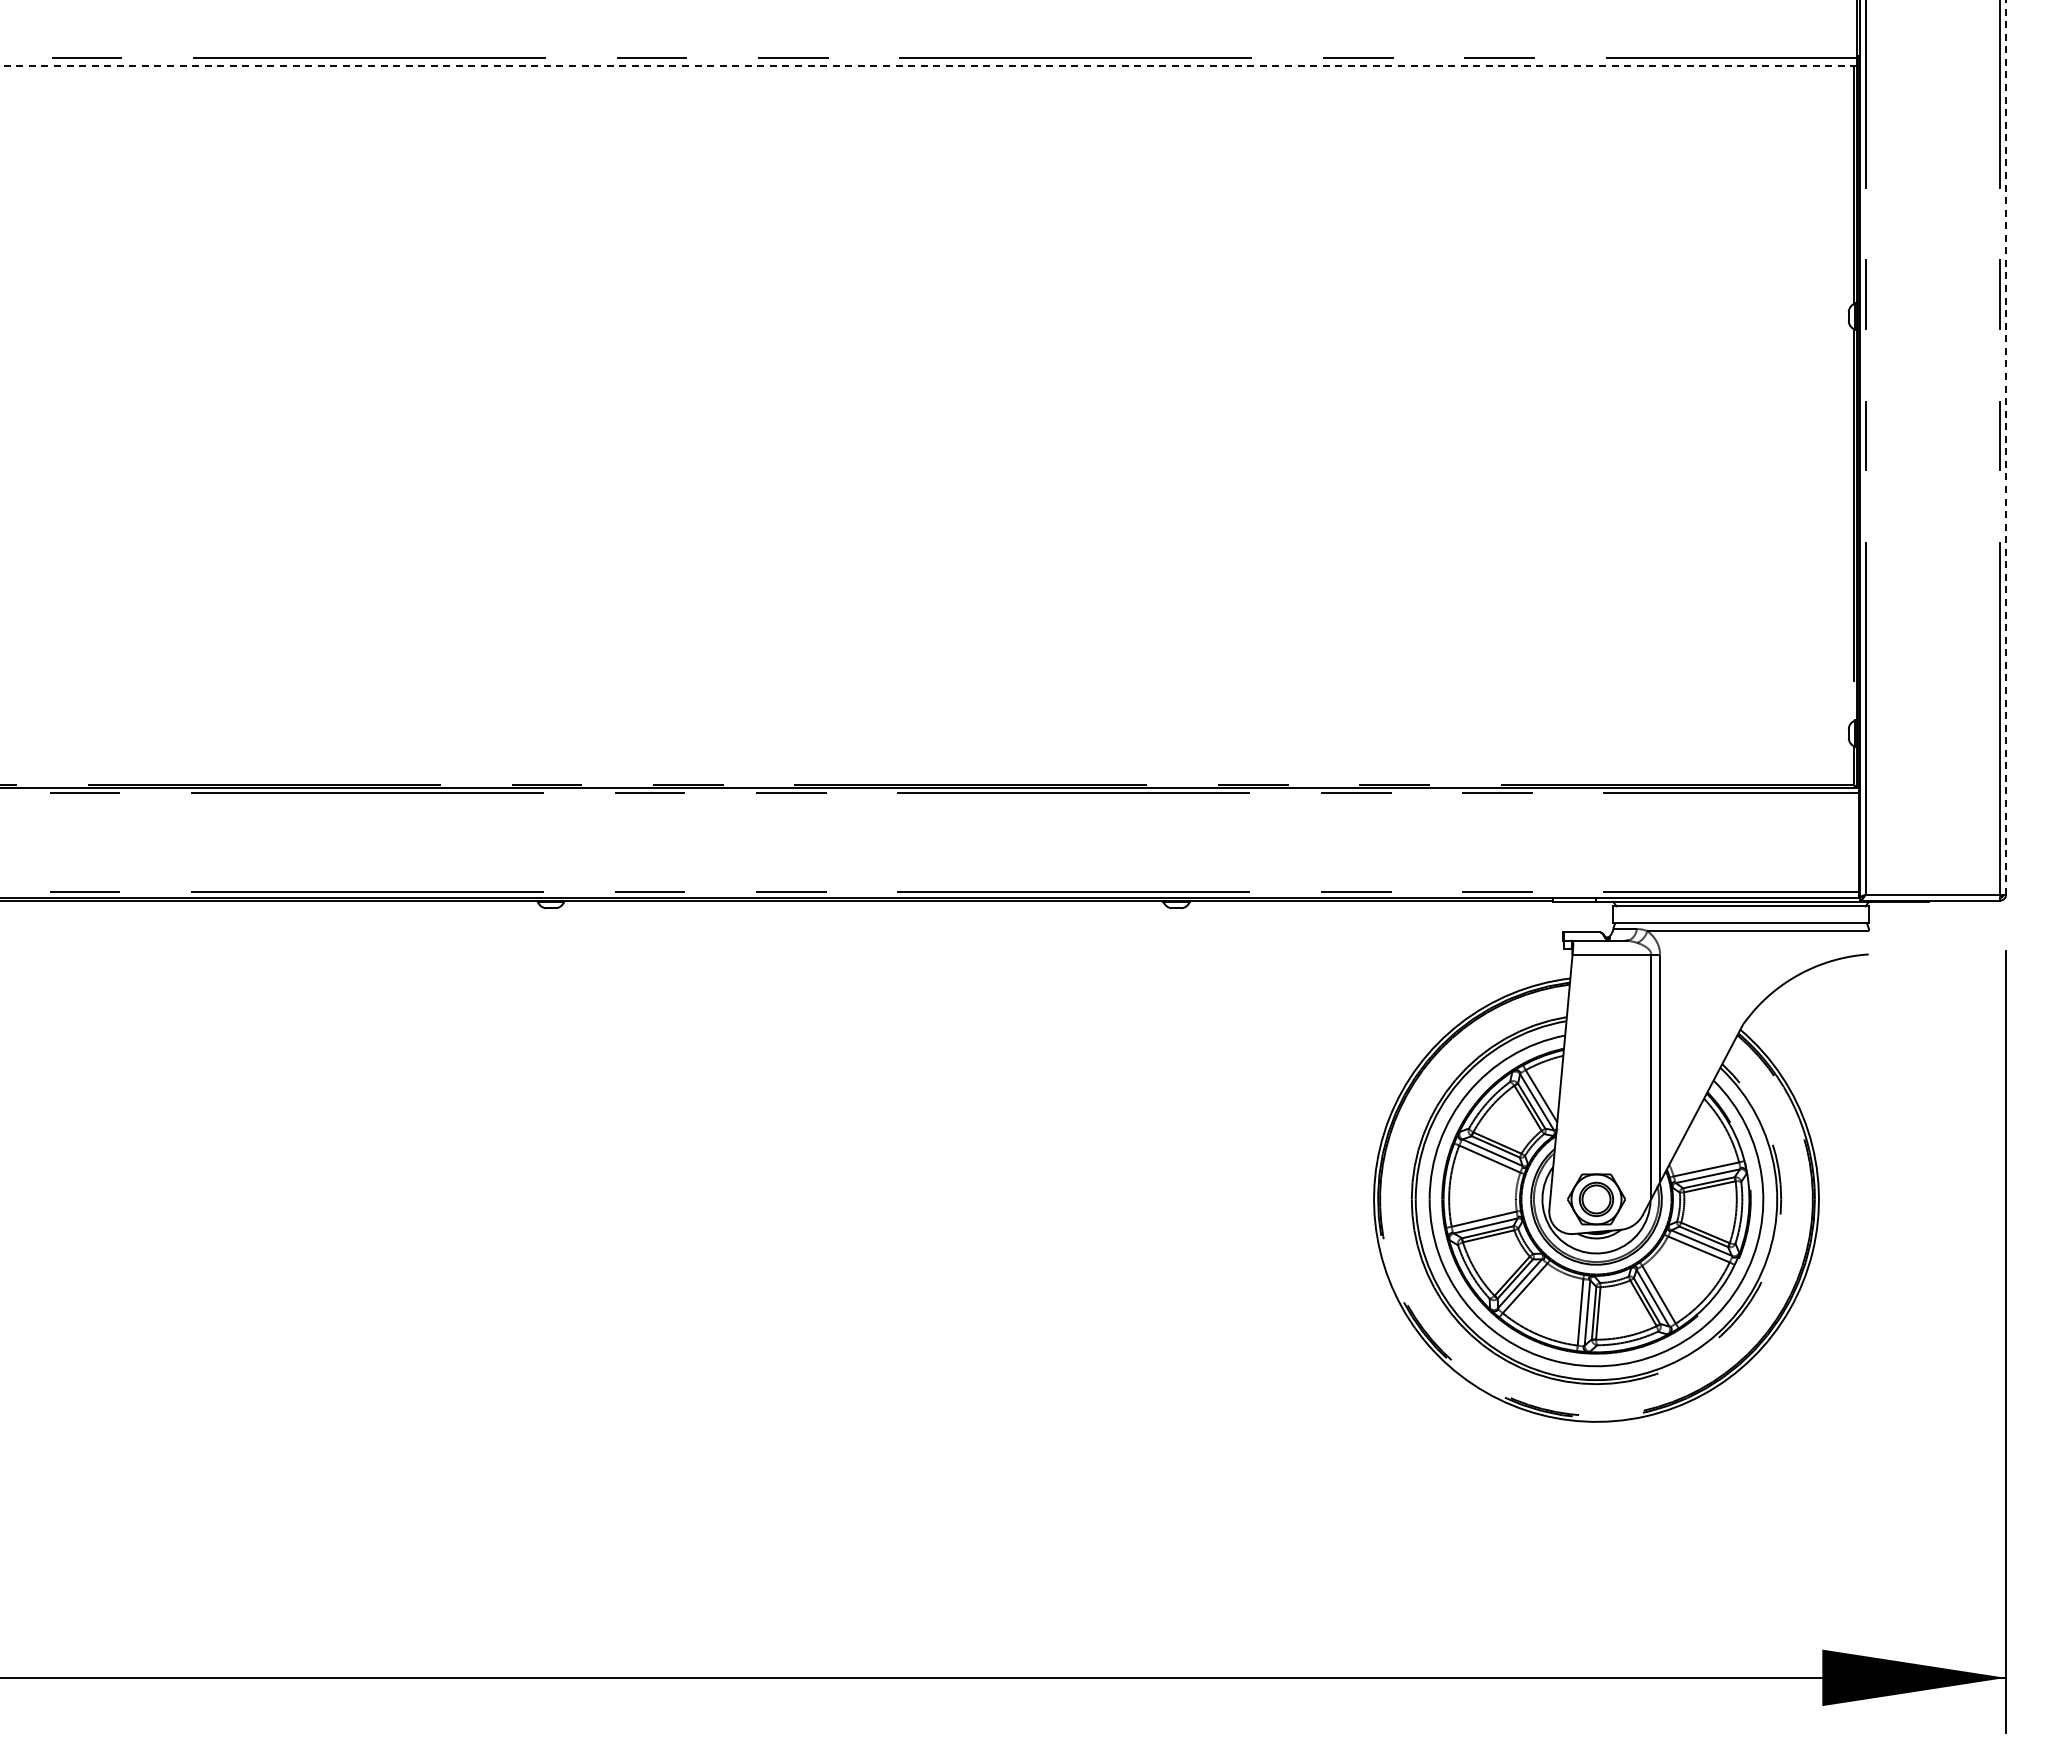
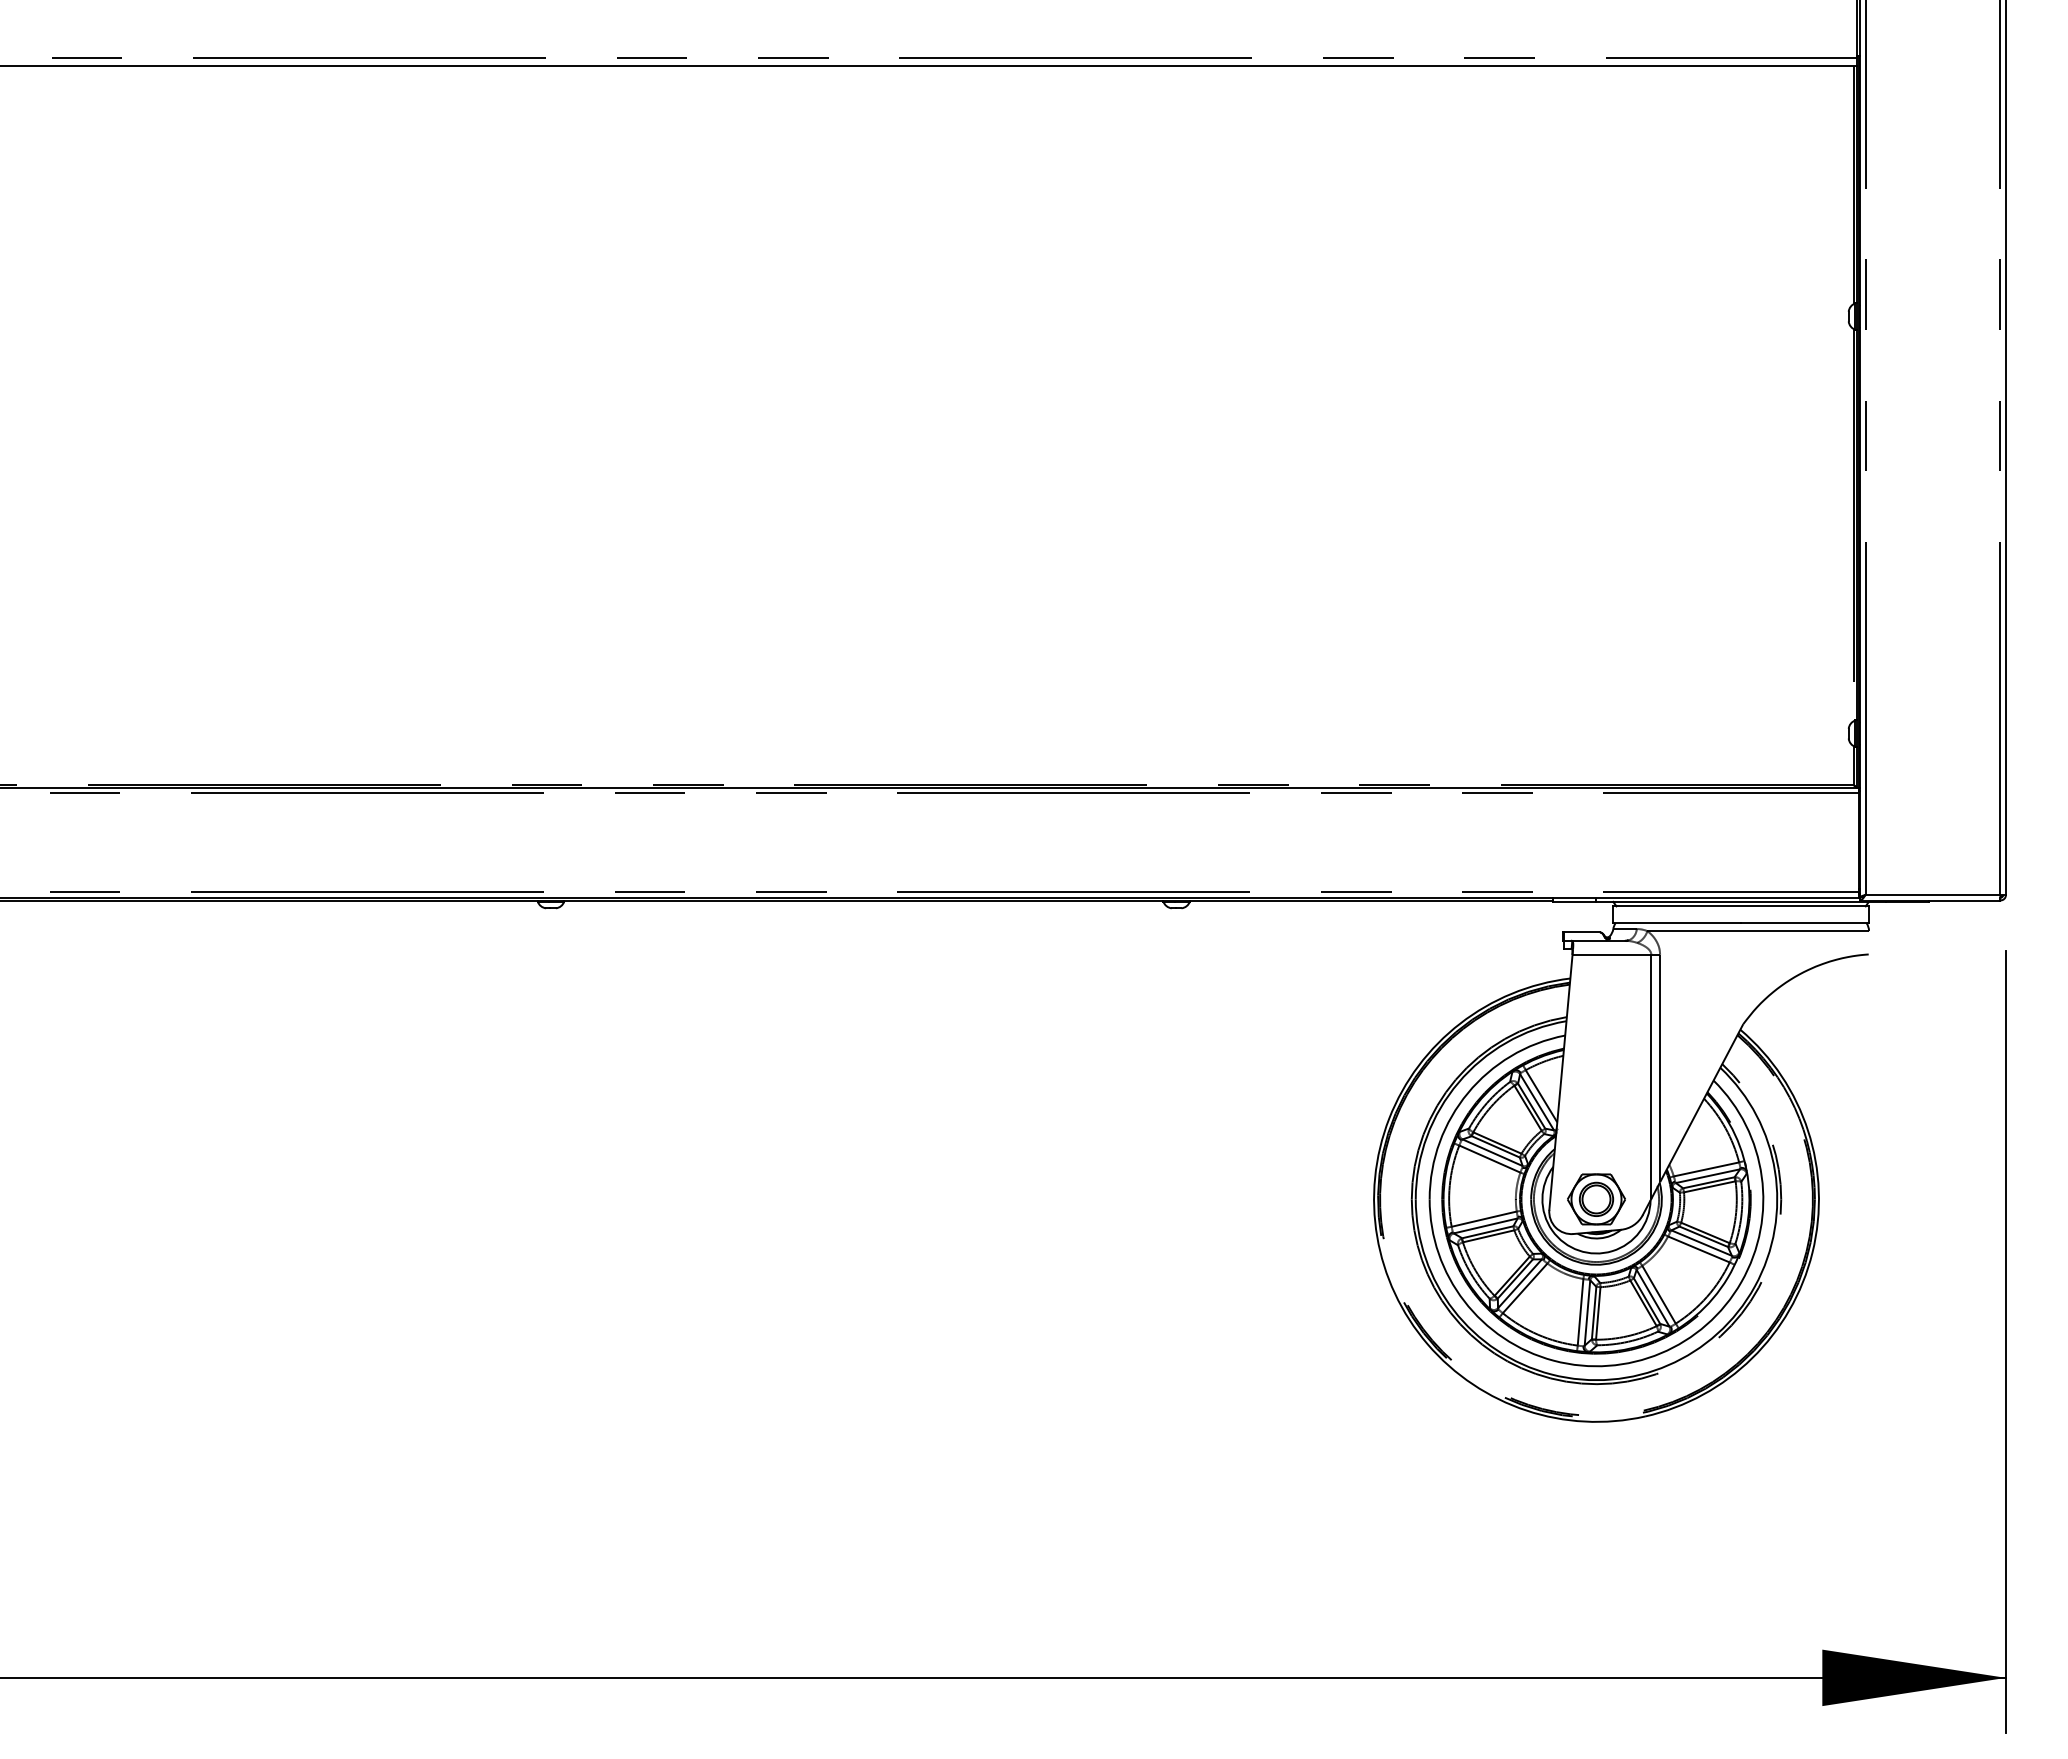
line at (928, 66): dashed -> solid
line at (2005, 447): dashed -> solid
